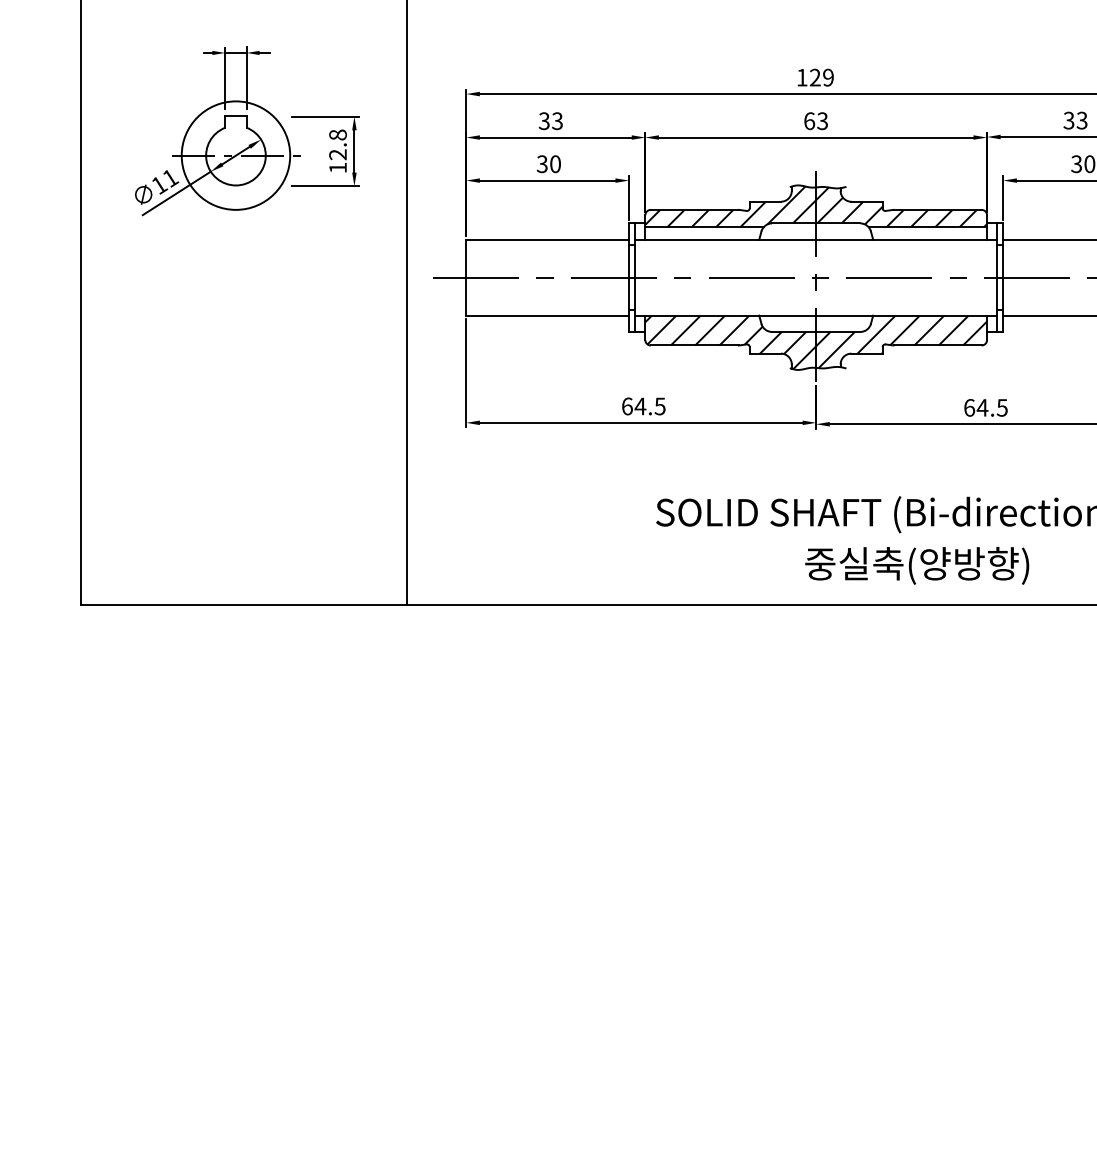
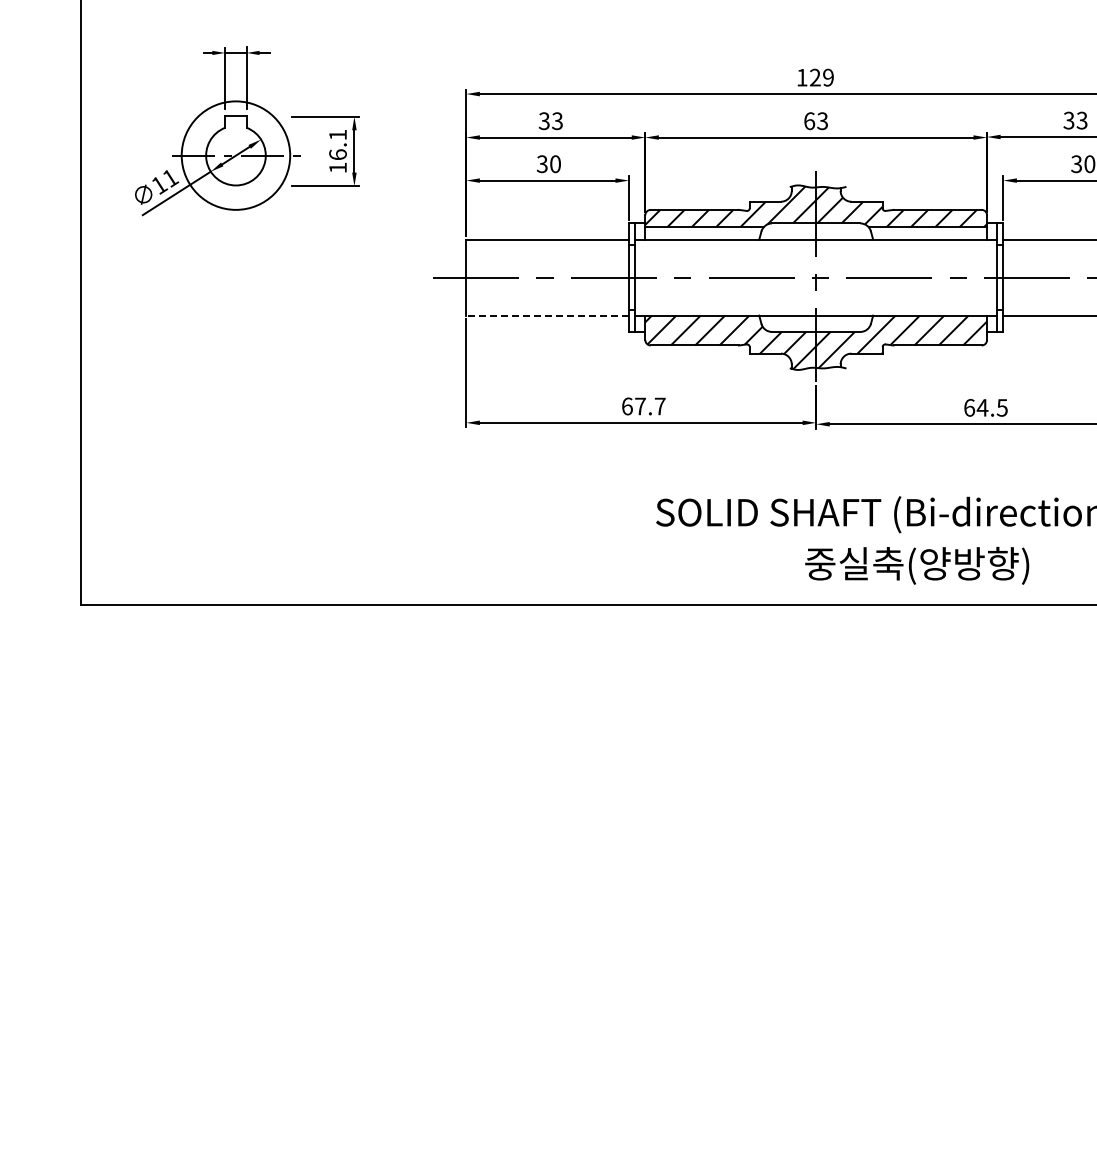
text at (337, 144): 12.8 -> 16.1
line at (406, 303): present -> none
line at (547, 315): solid -> dashed
text at (649, 406): 64.5 -> 67.7
